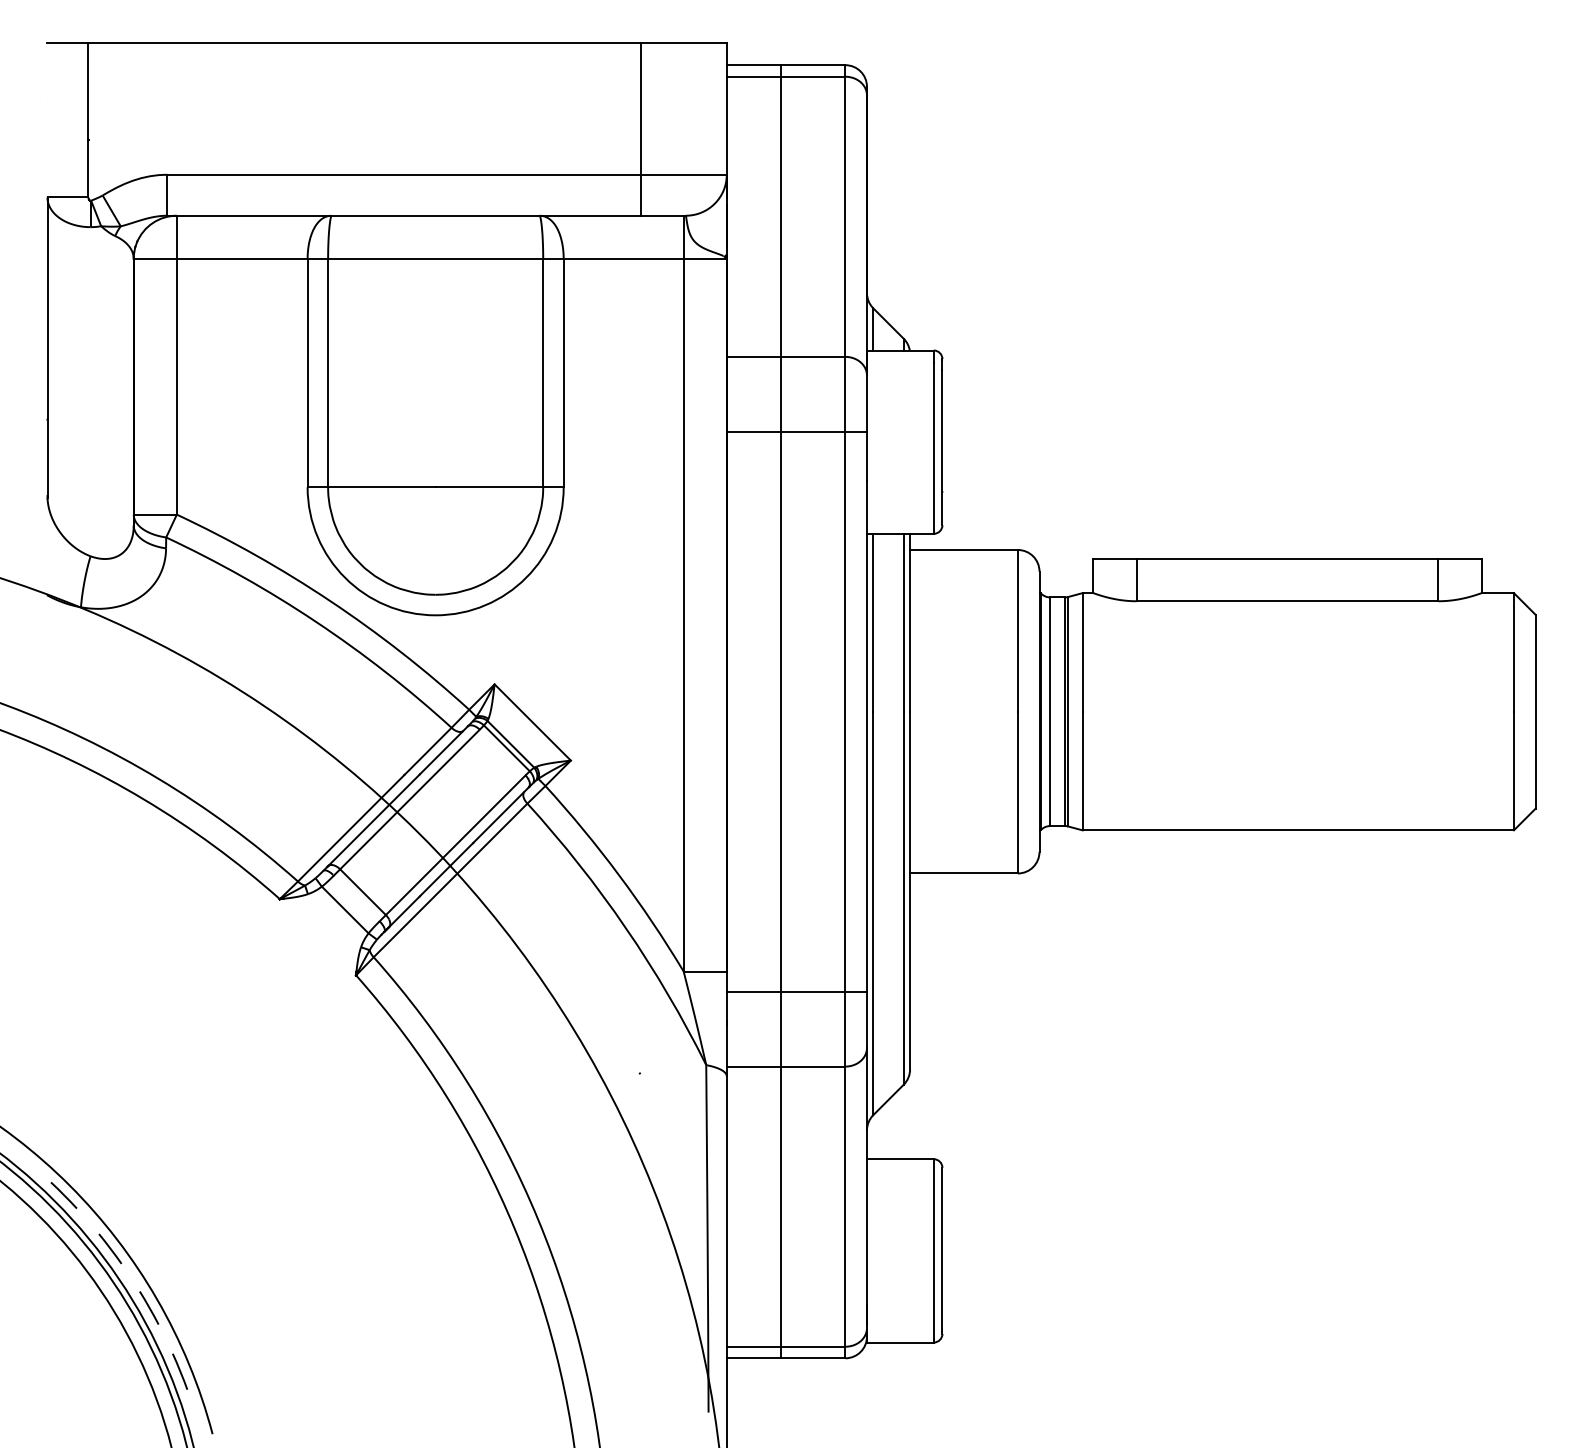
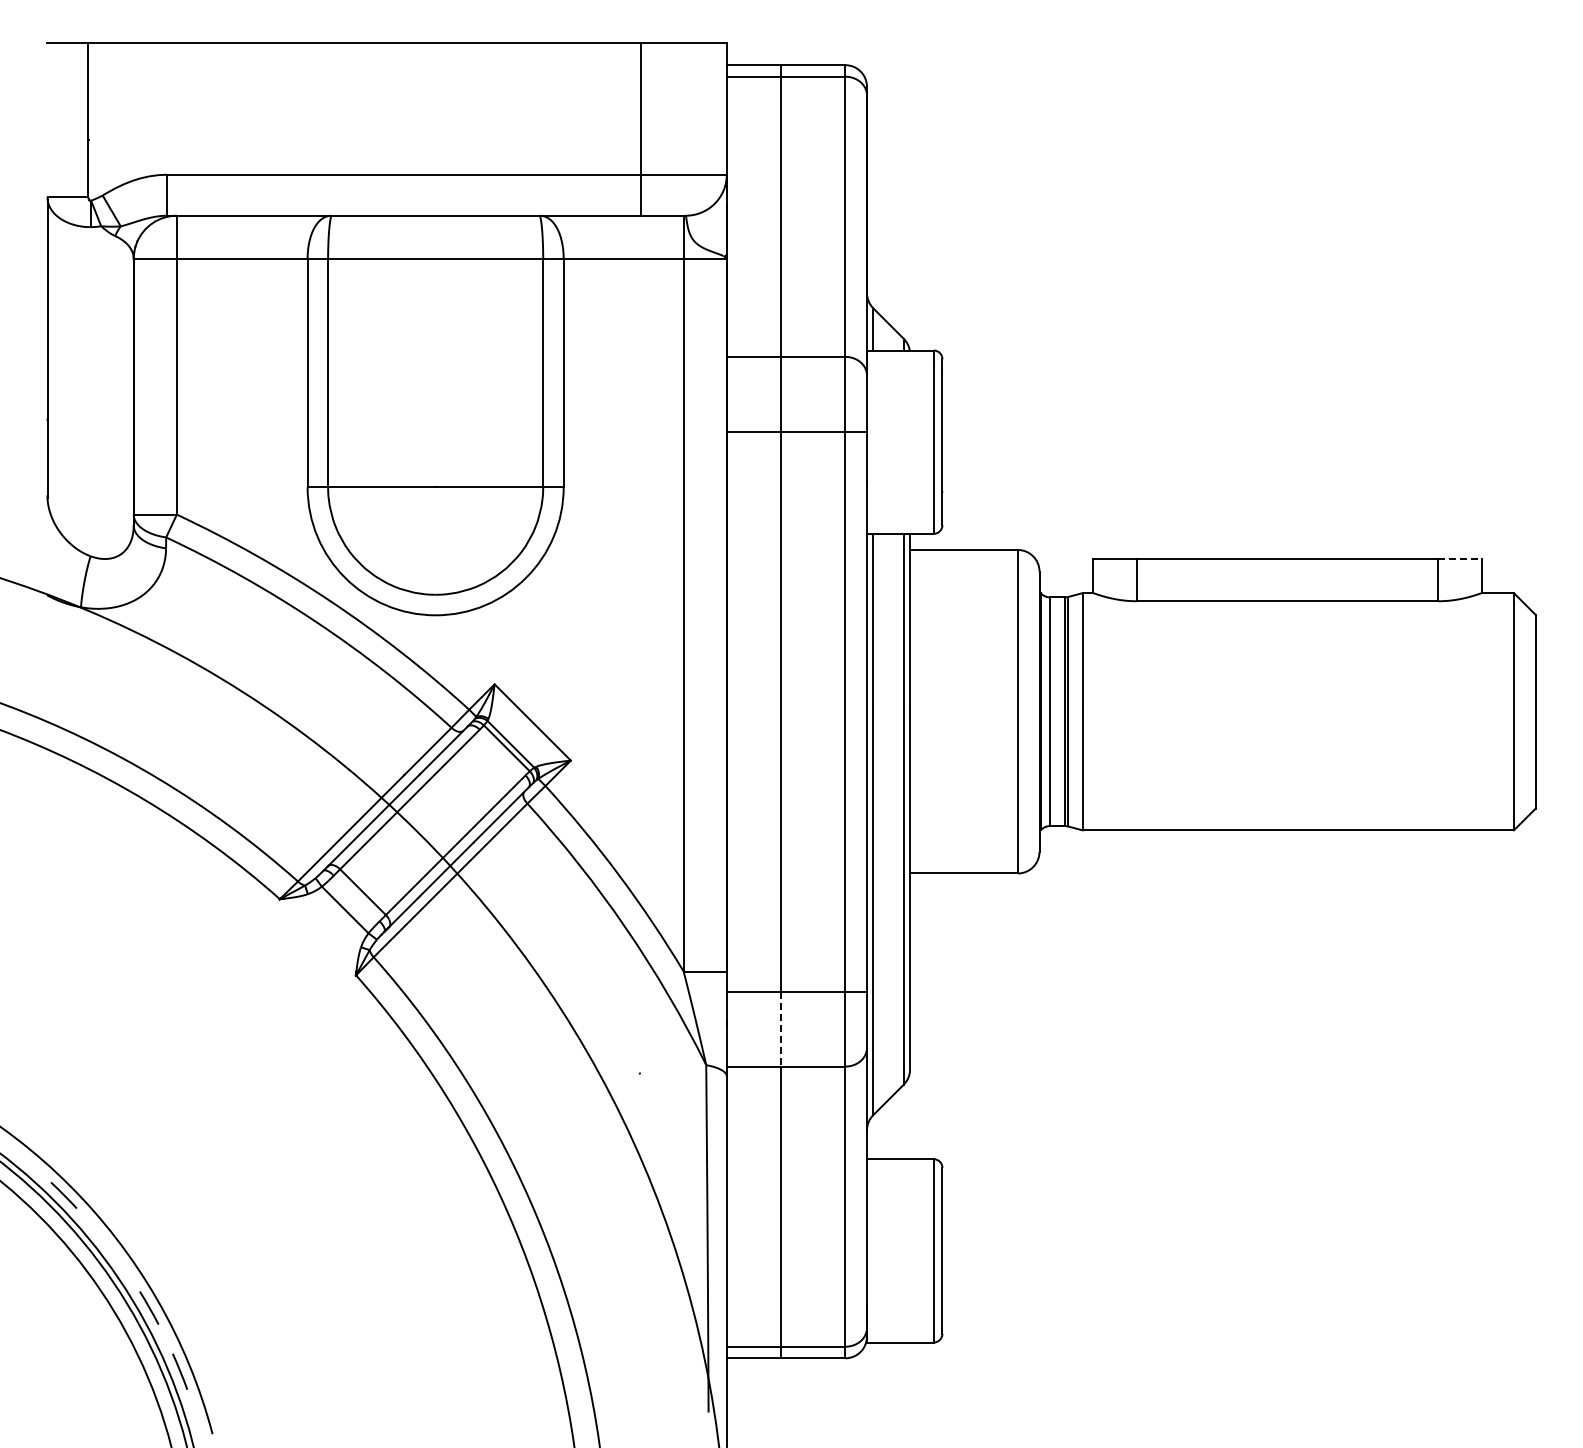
line at (1460, 558): solid -> dashed
line at (780, 1029): solid -> dashed
line at (110, 1248): present -> none
